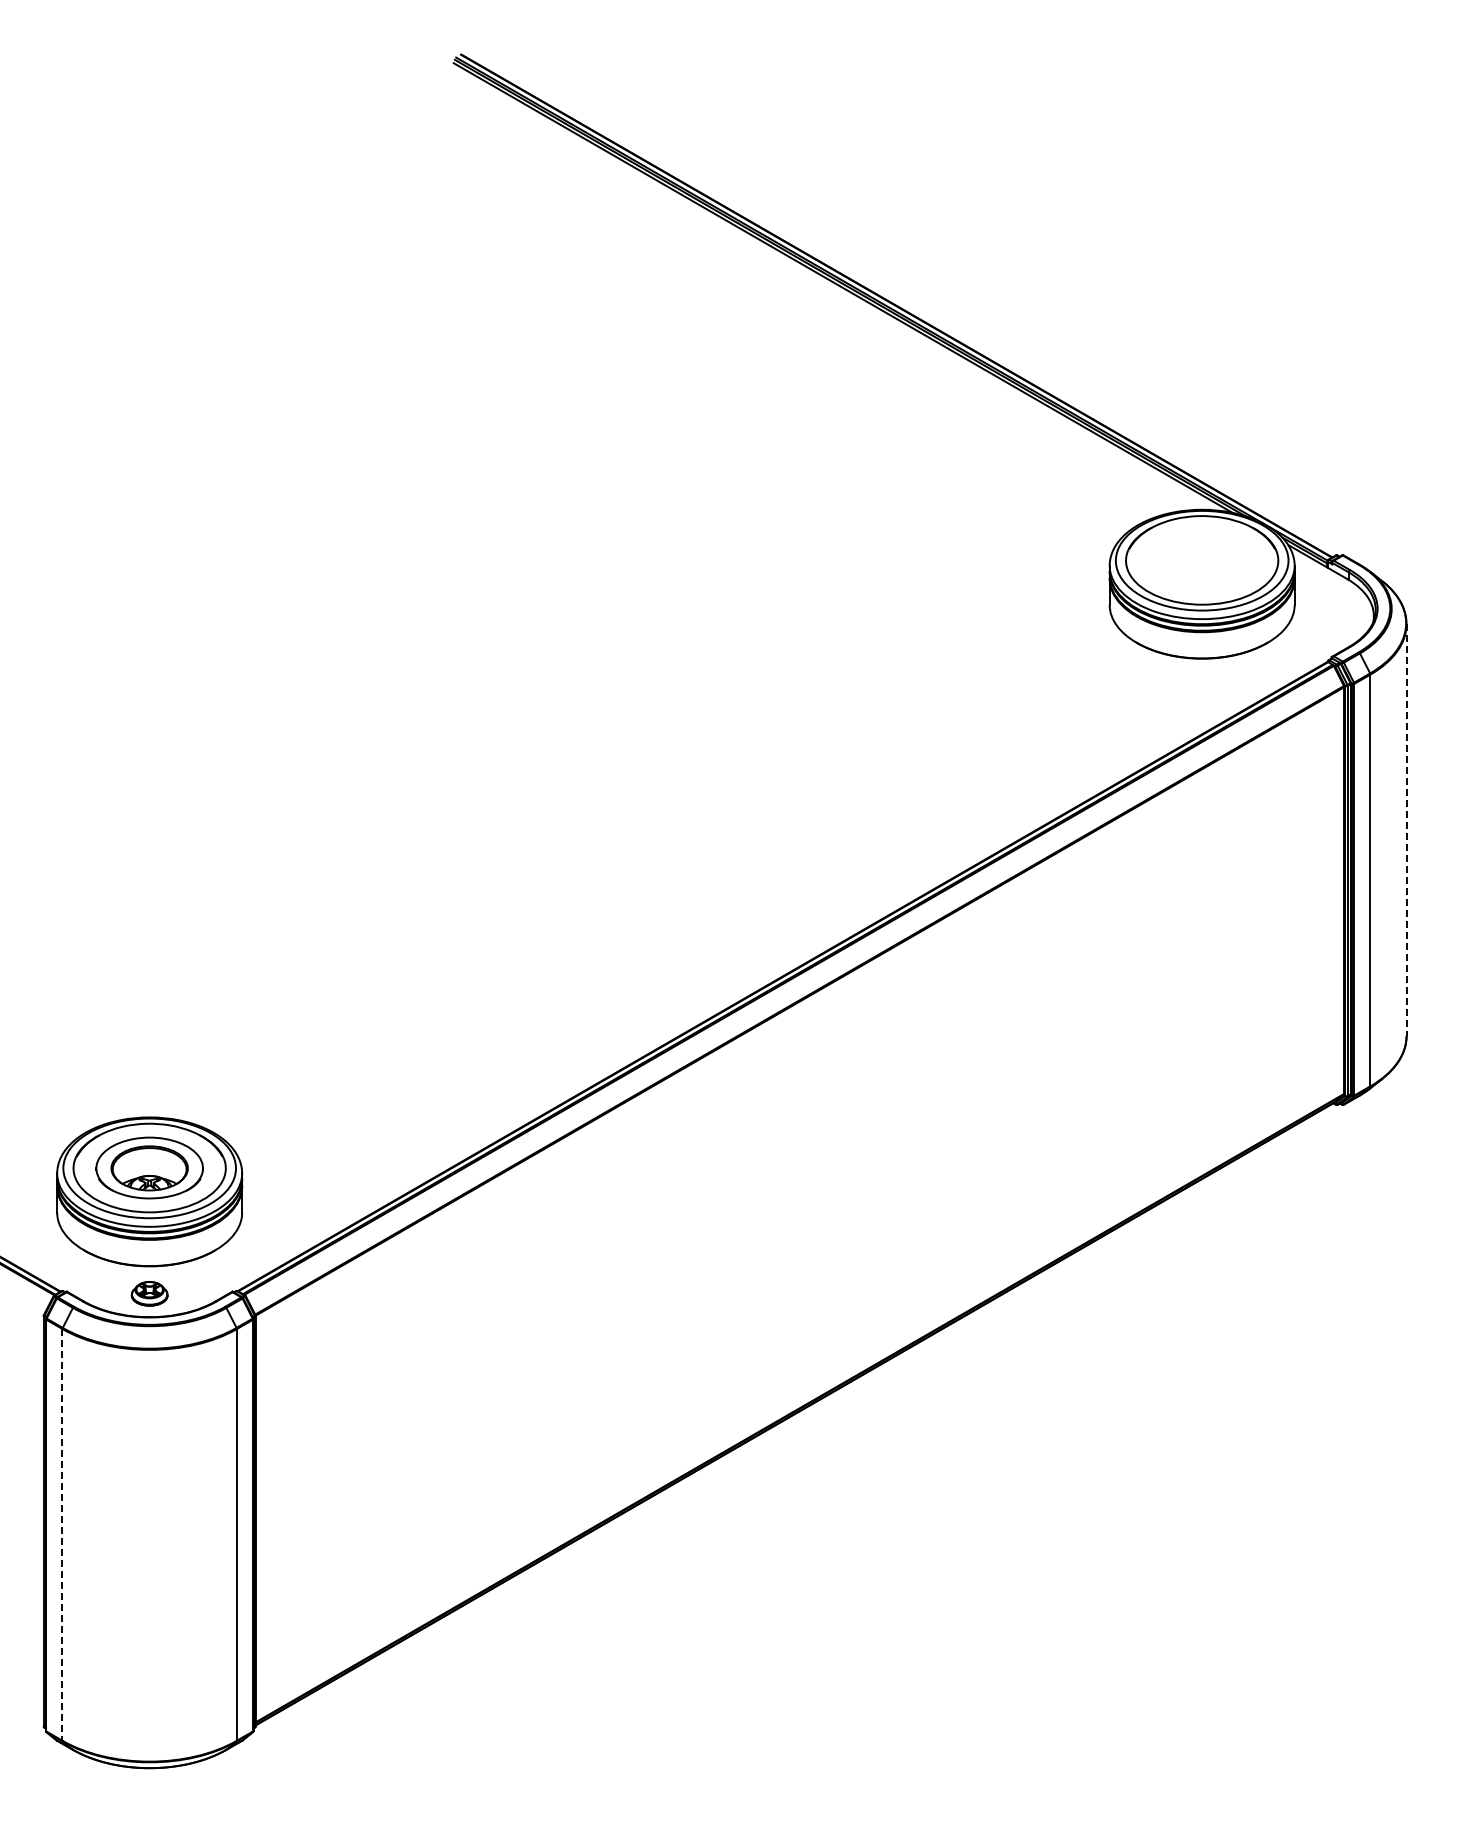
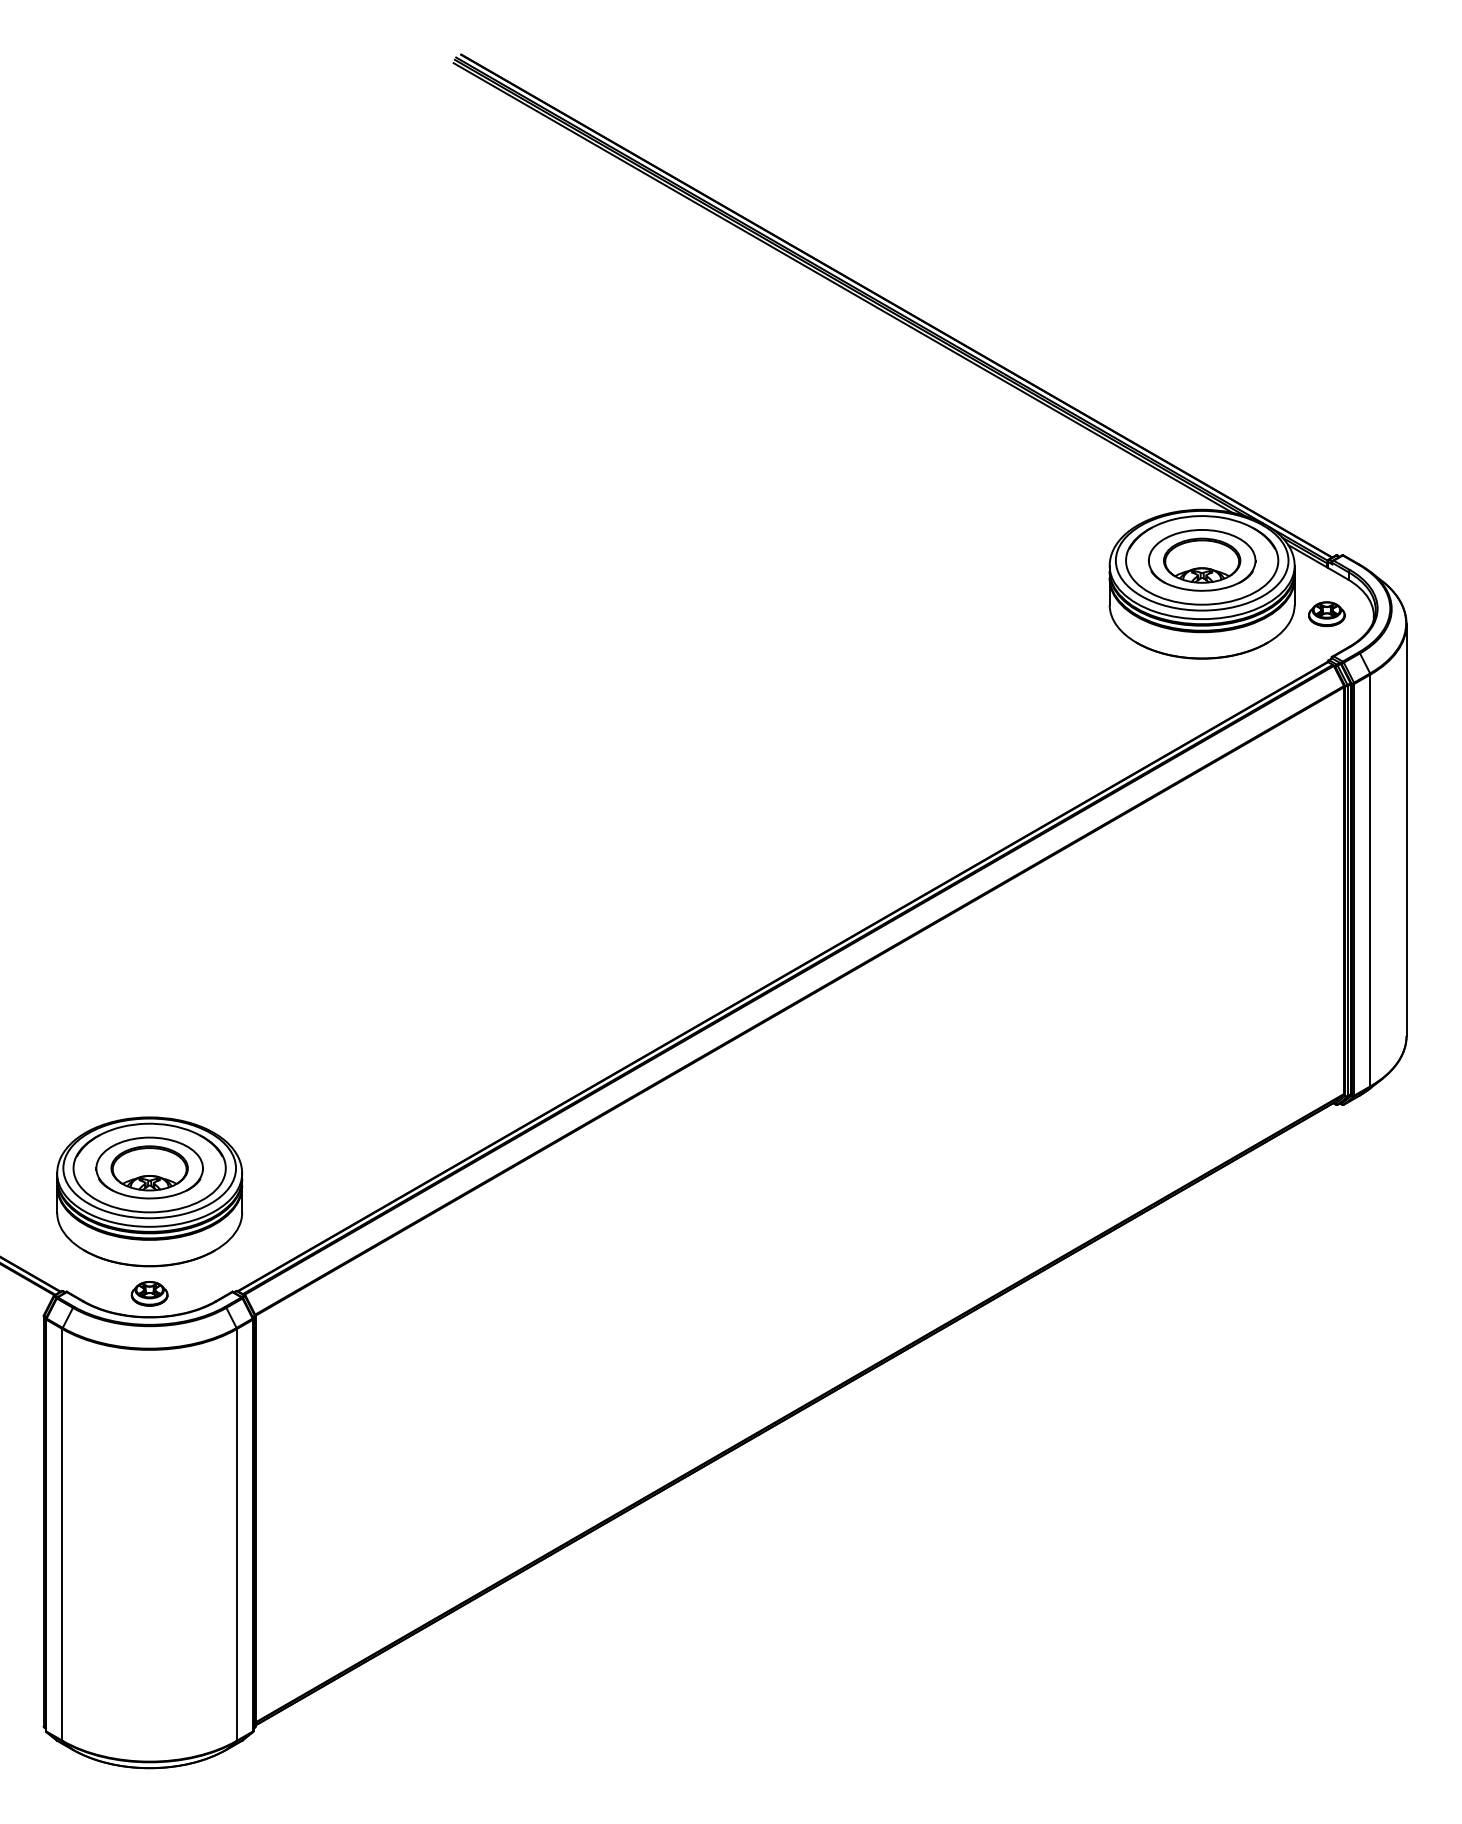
part at (1201, 560): none -> present
part at (1326, 614): none -> present
line at (1406, 830): dashed -> solid
line at (62, 1534): dashed -> solid
